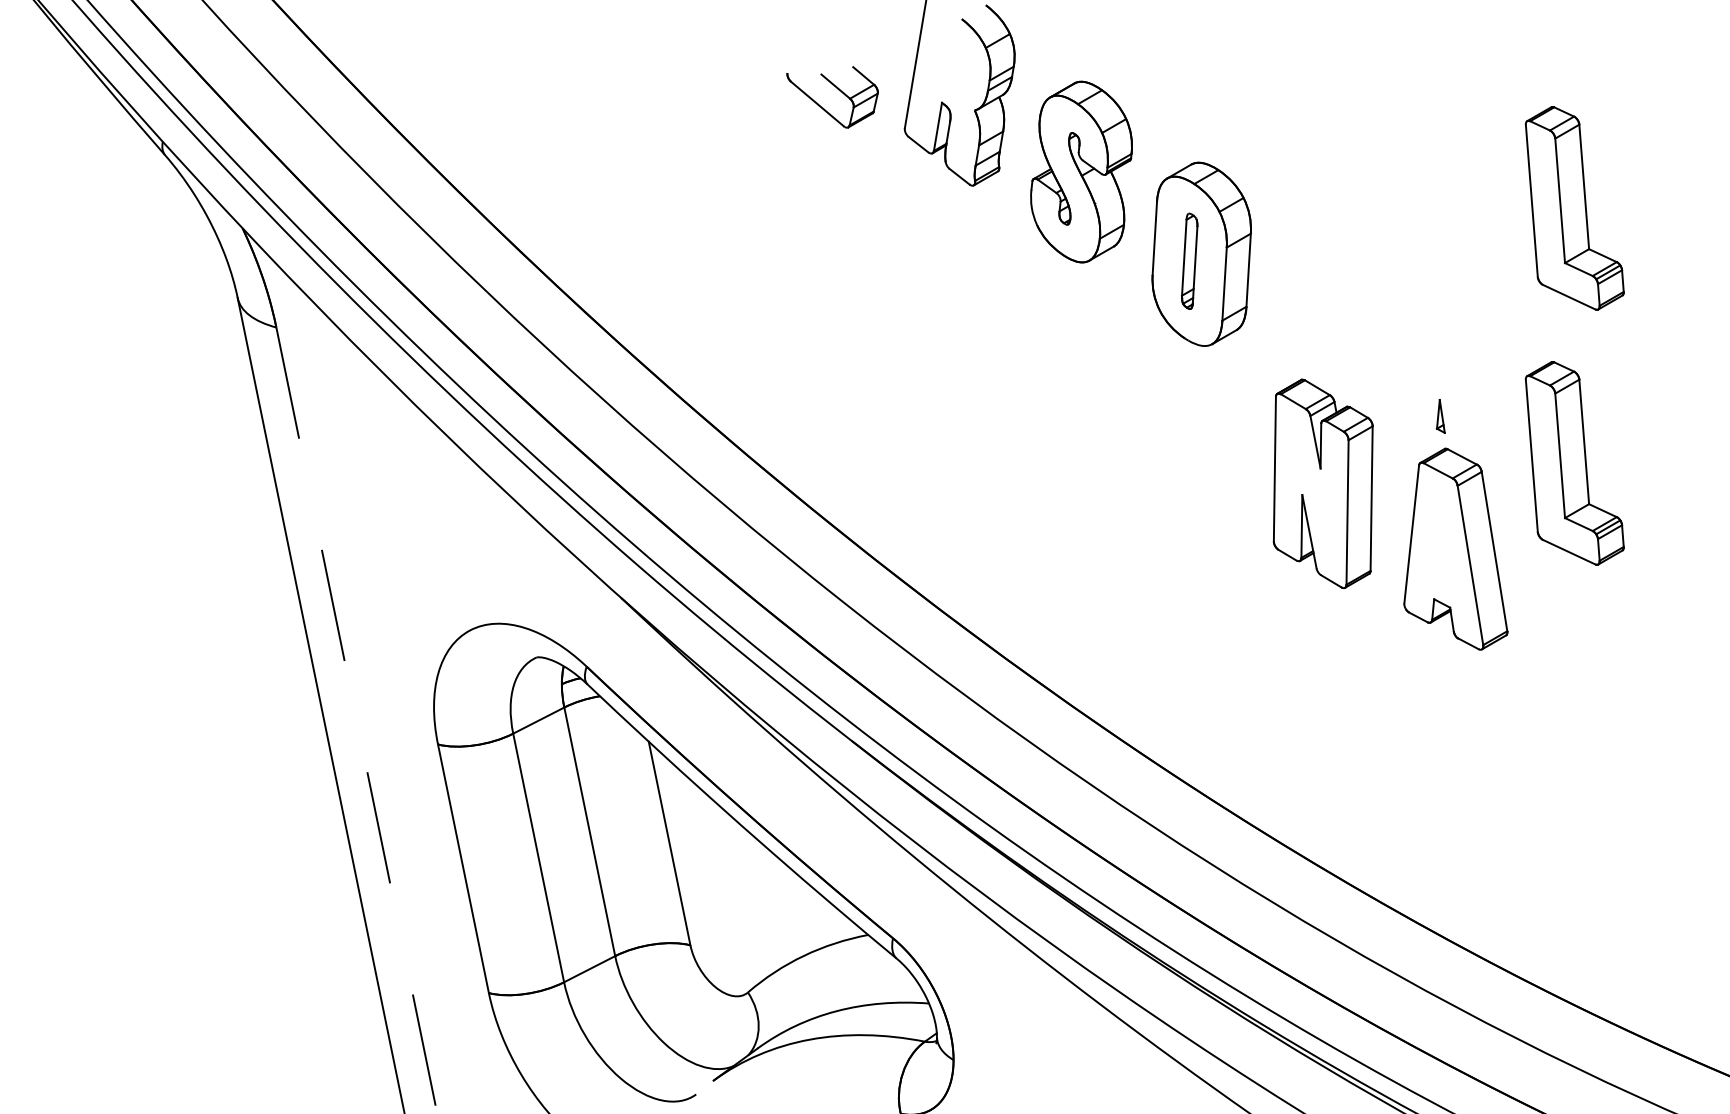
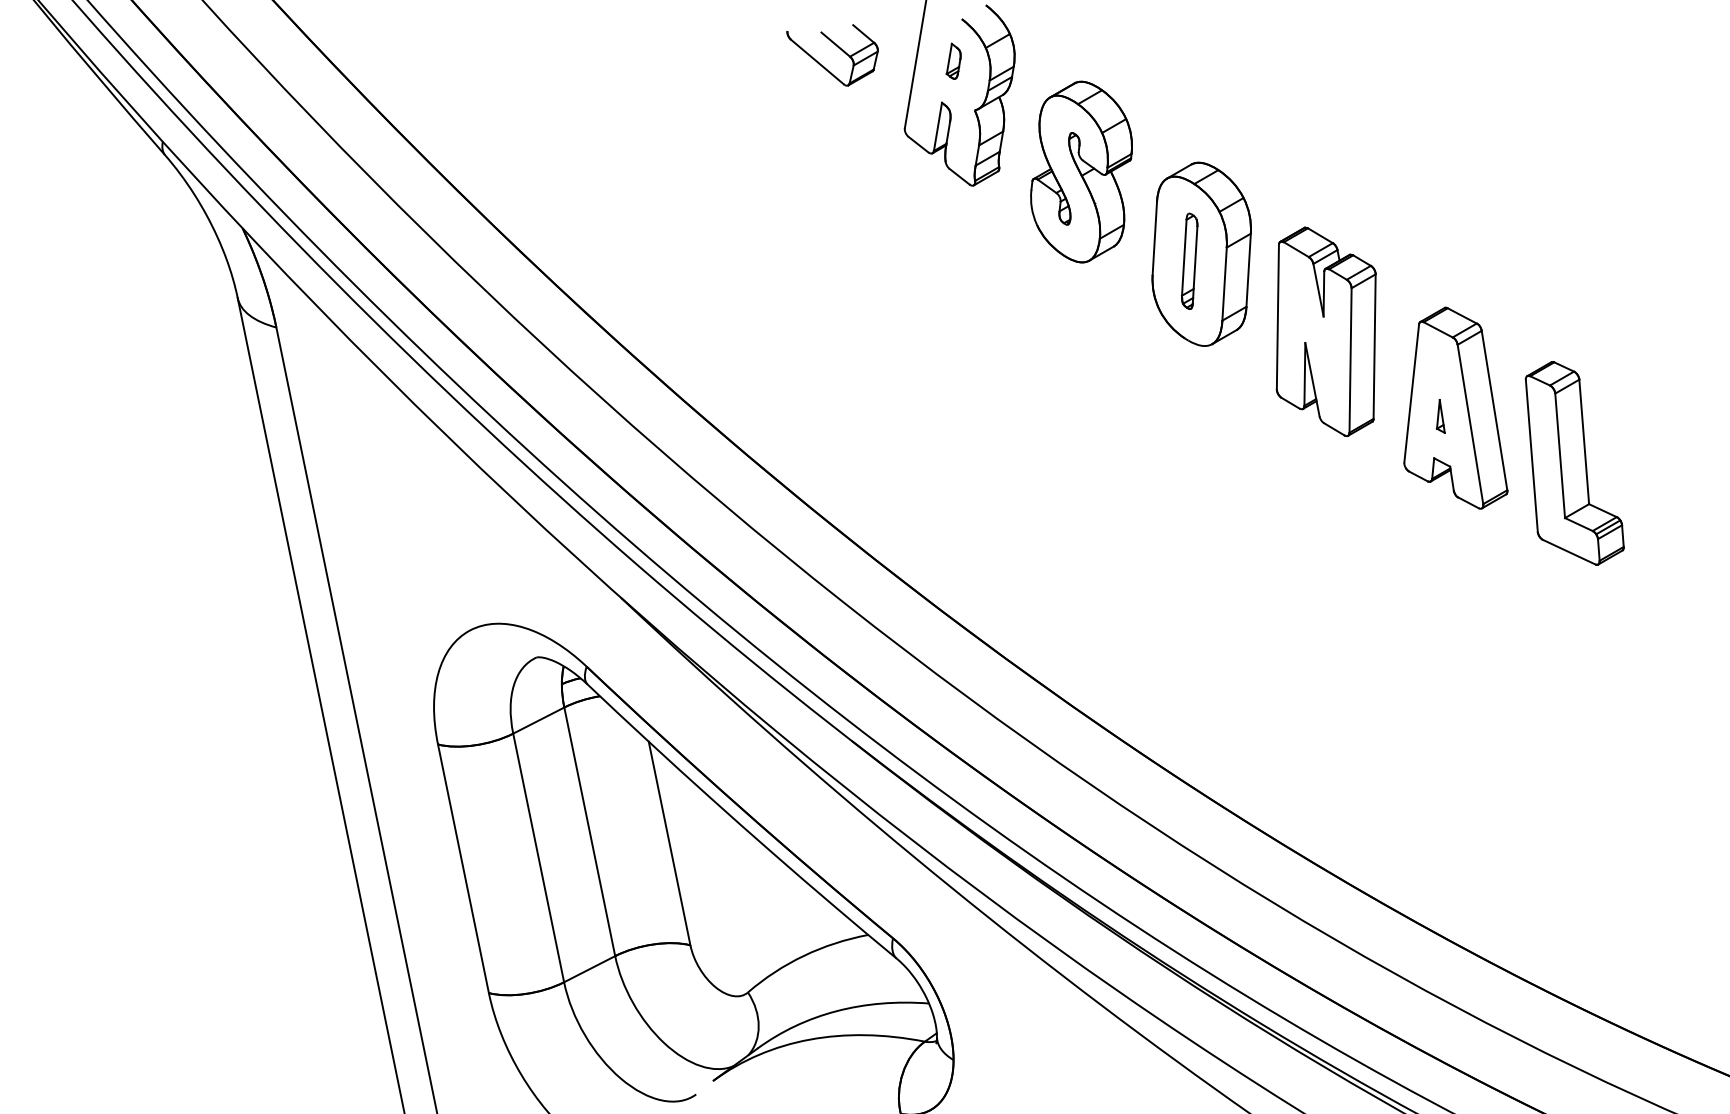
part at (953, 60): none -> present
part at (838, 90) position: (838, 90) -> (838, 48)
part at (1574, 208): present -> none
part at (1322, 483) position: (1322, 483) -> (1325, 331)
part at (1455, 548) position: (1455, 548) -> (1455, 407)
line at (356, 721): dashed -> solid
